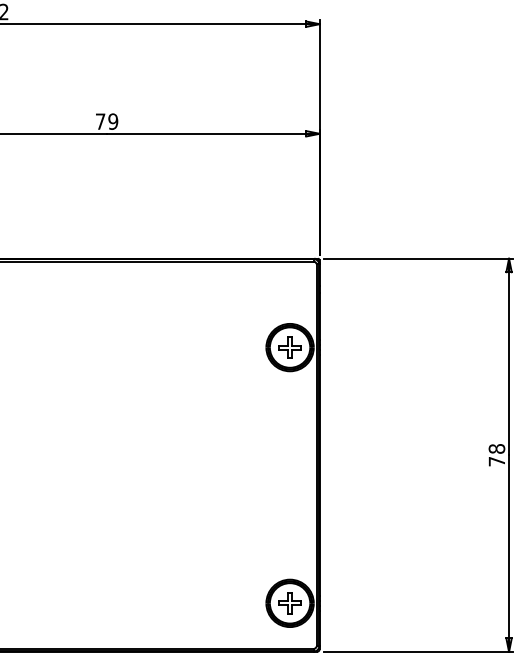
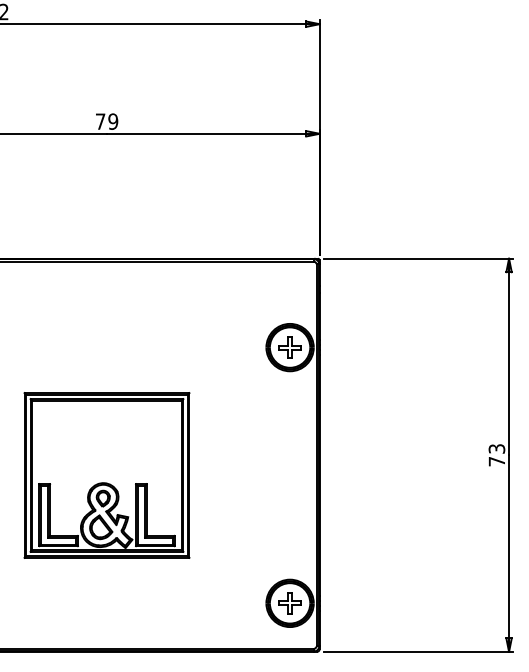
text at (496, 448): 78 -> 73
part at (106, 475): none -> present
